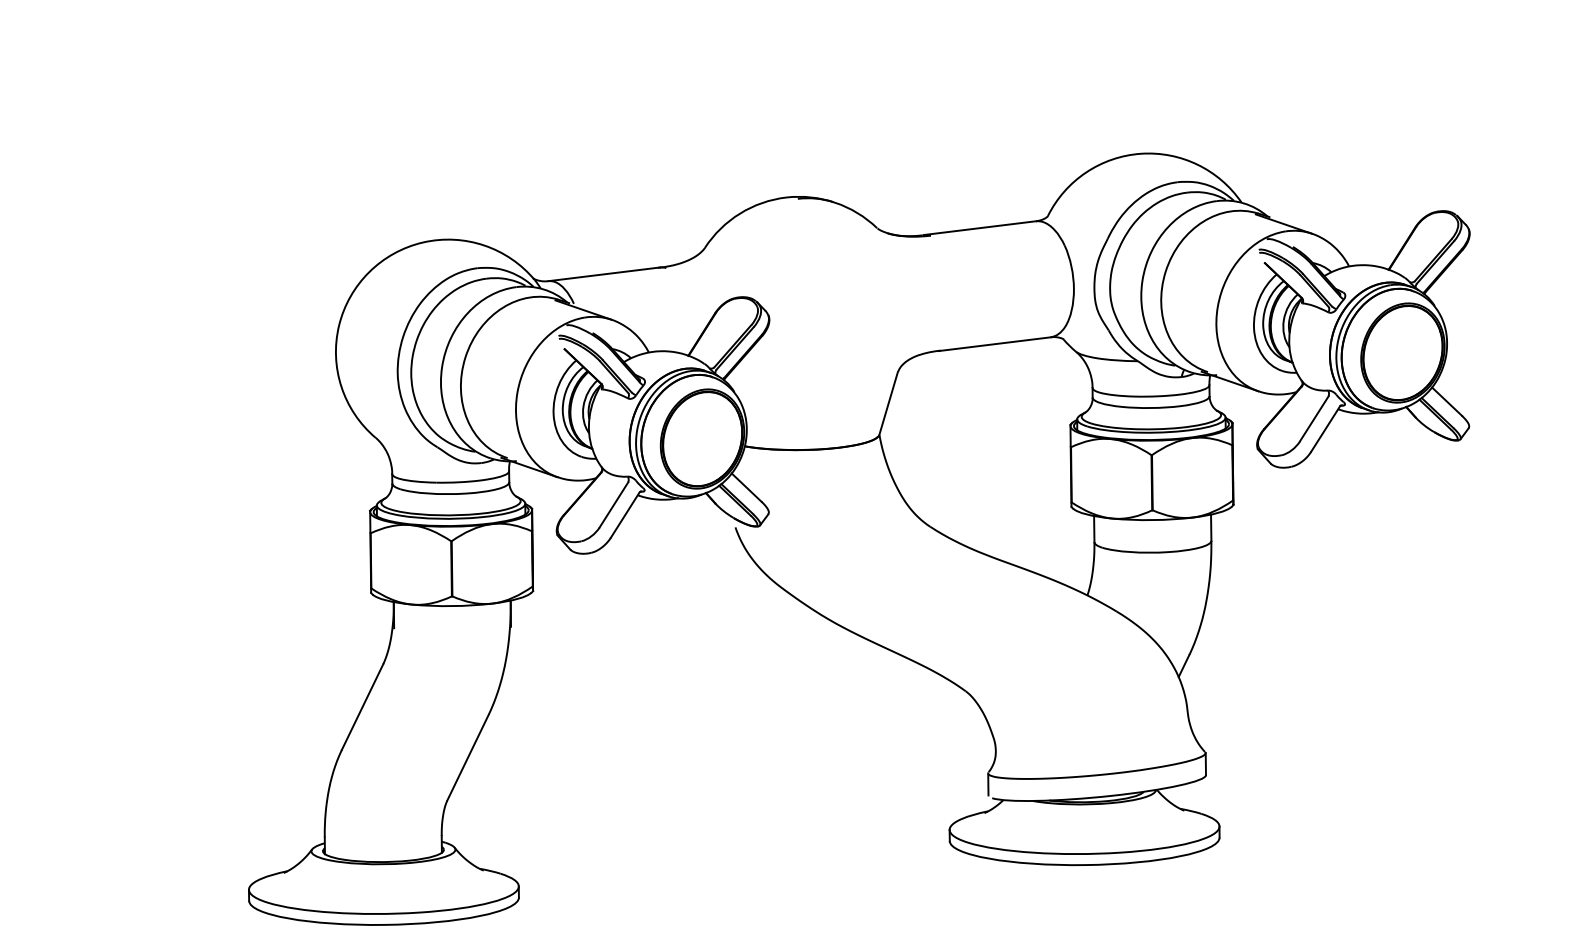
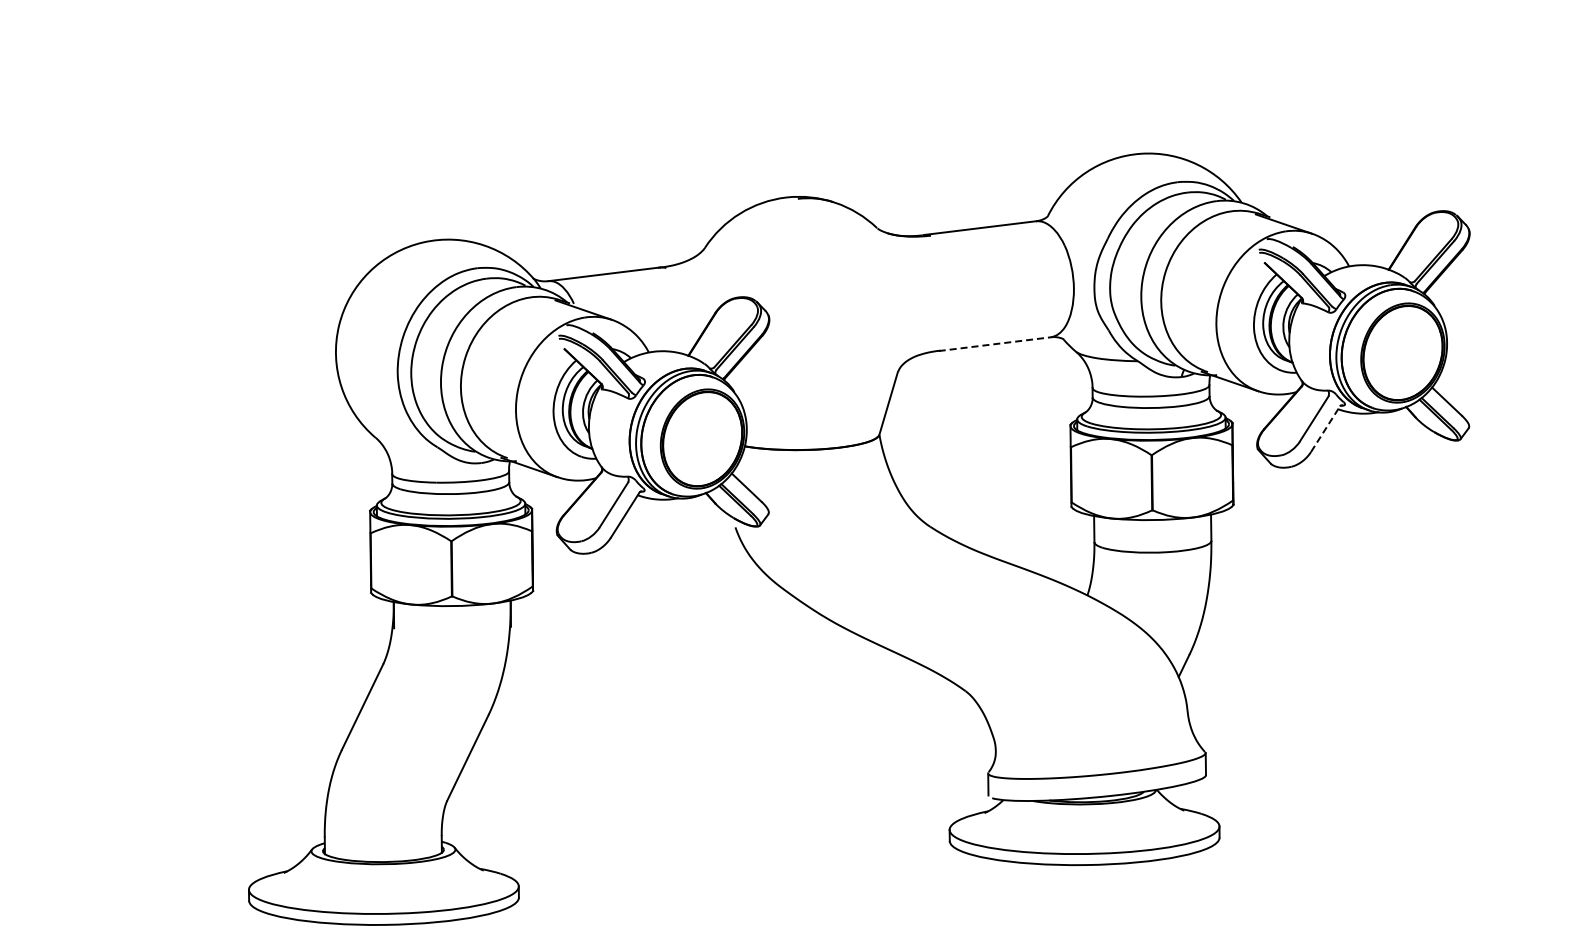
line at (995, 344): solid -> dashed
line at (1325, 429): solid -> dashed
